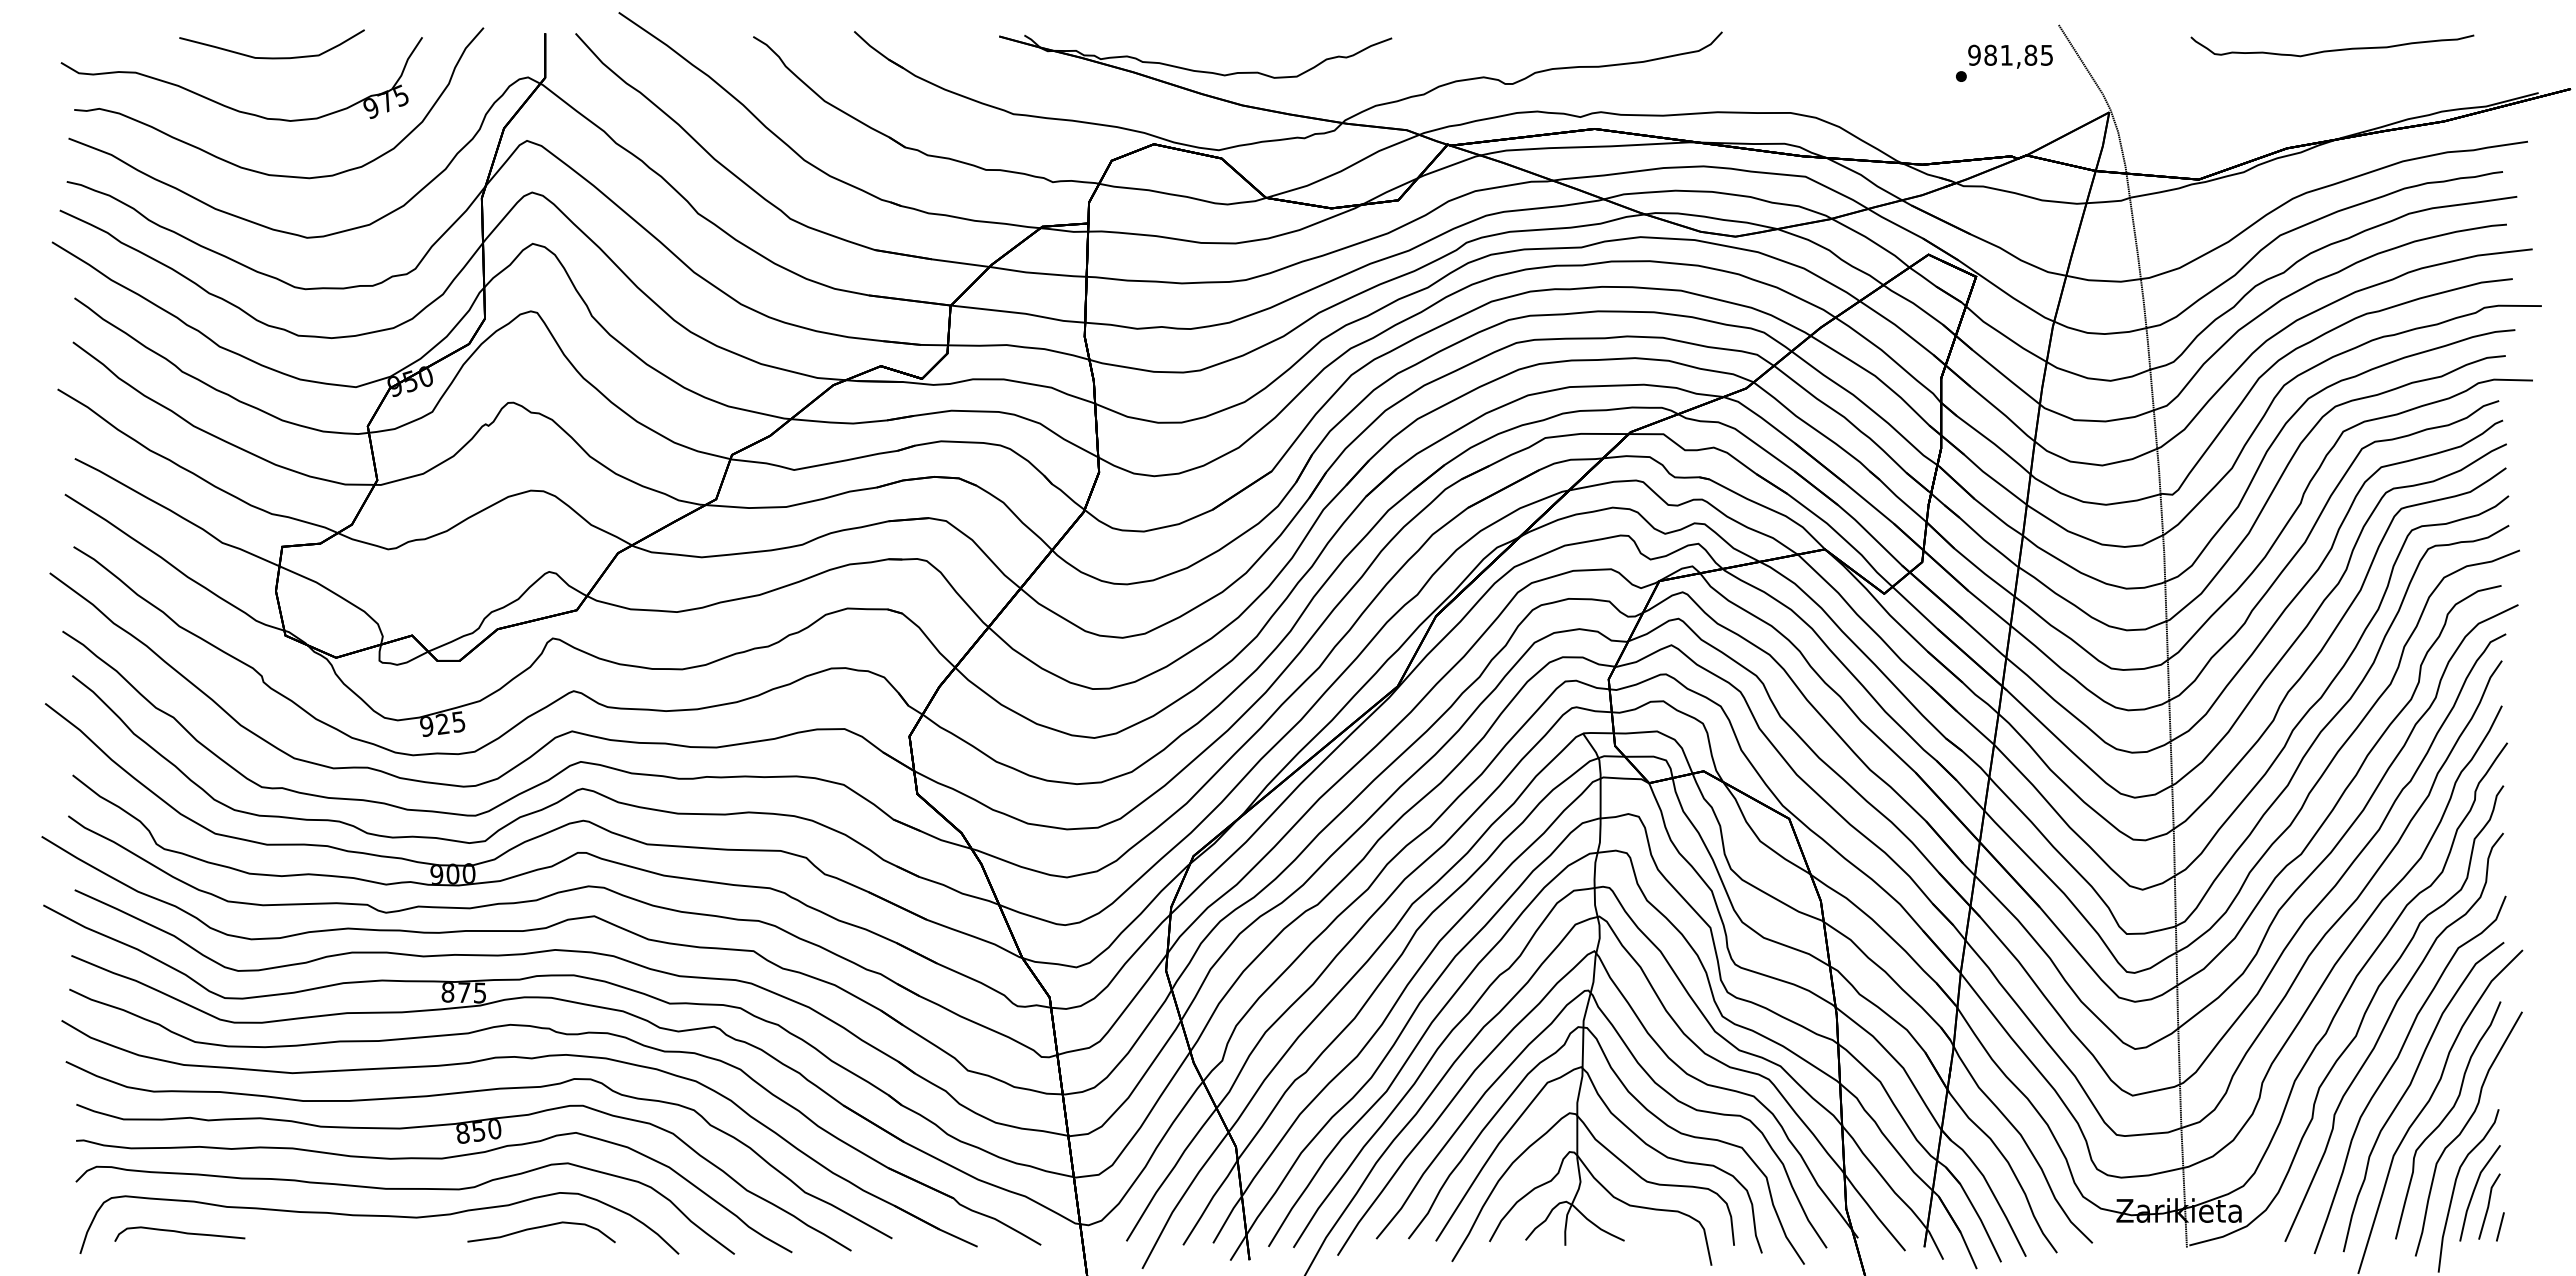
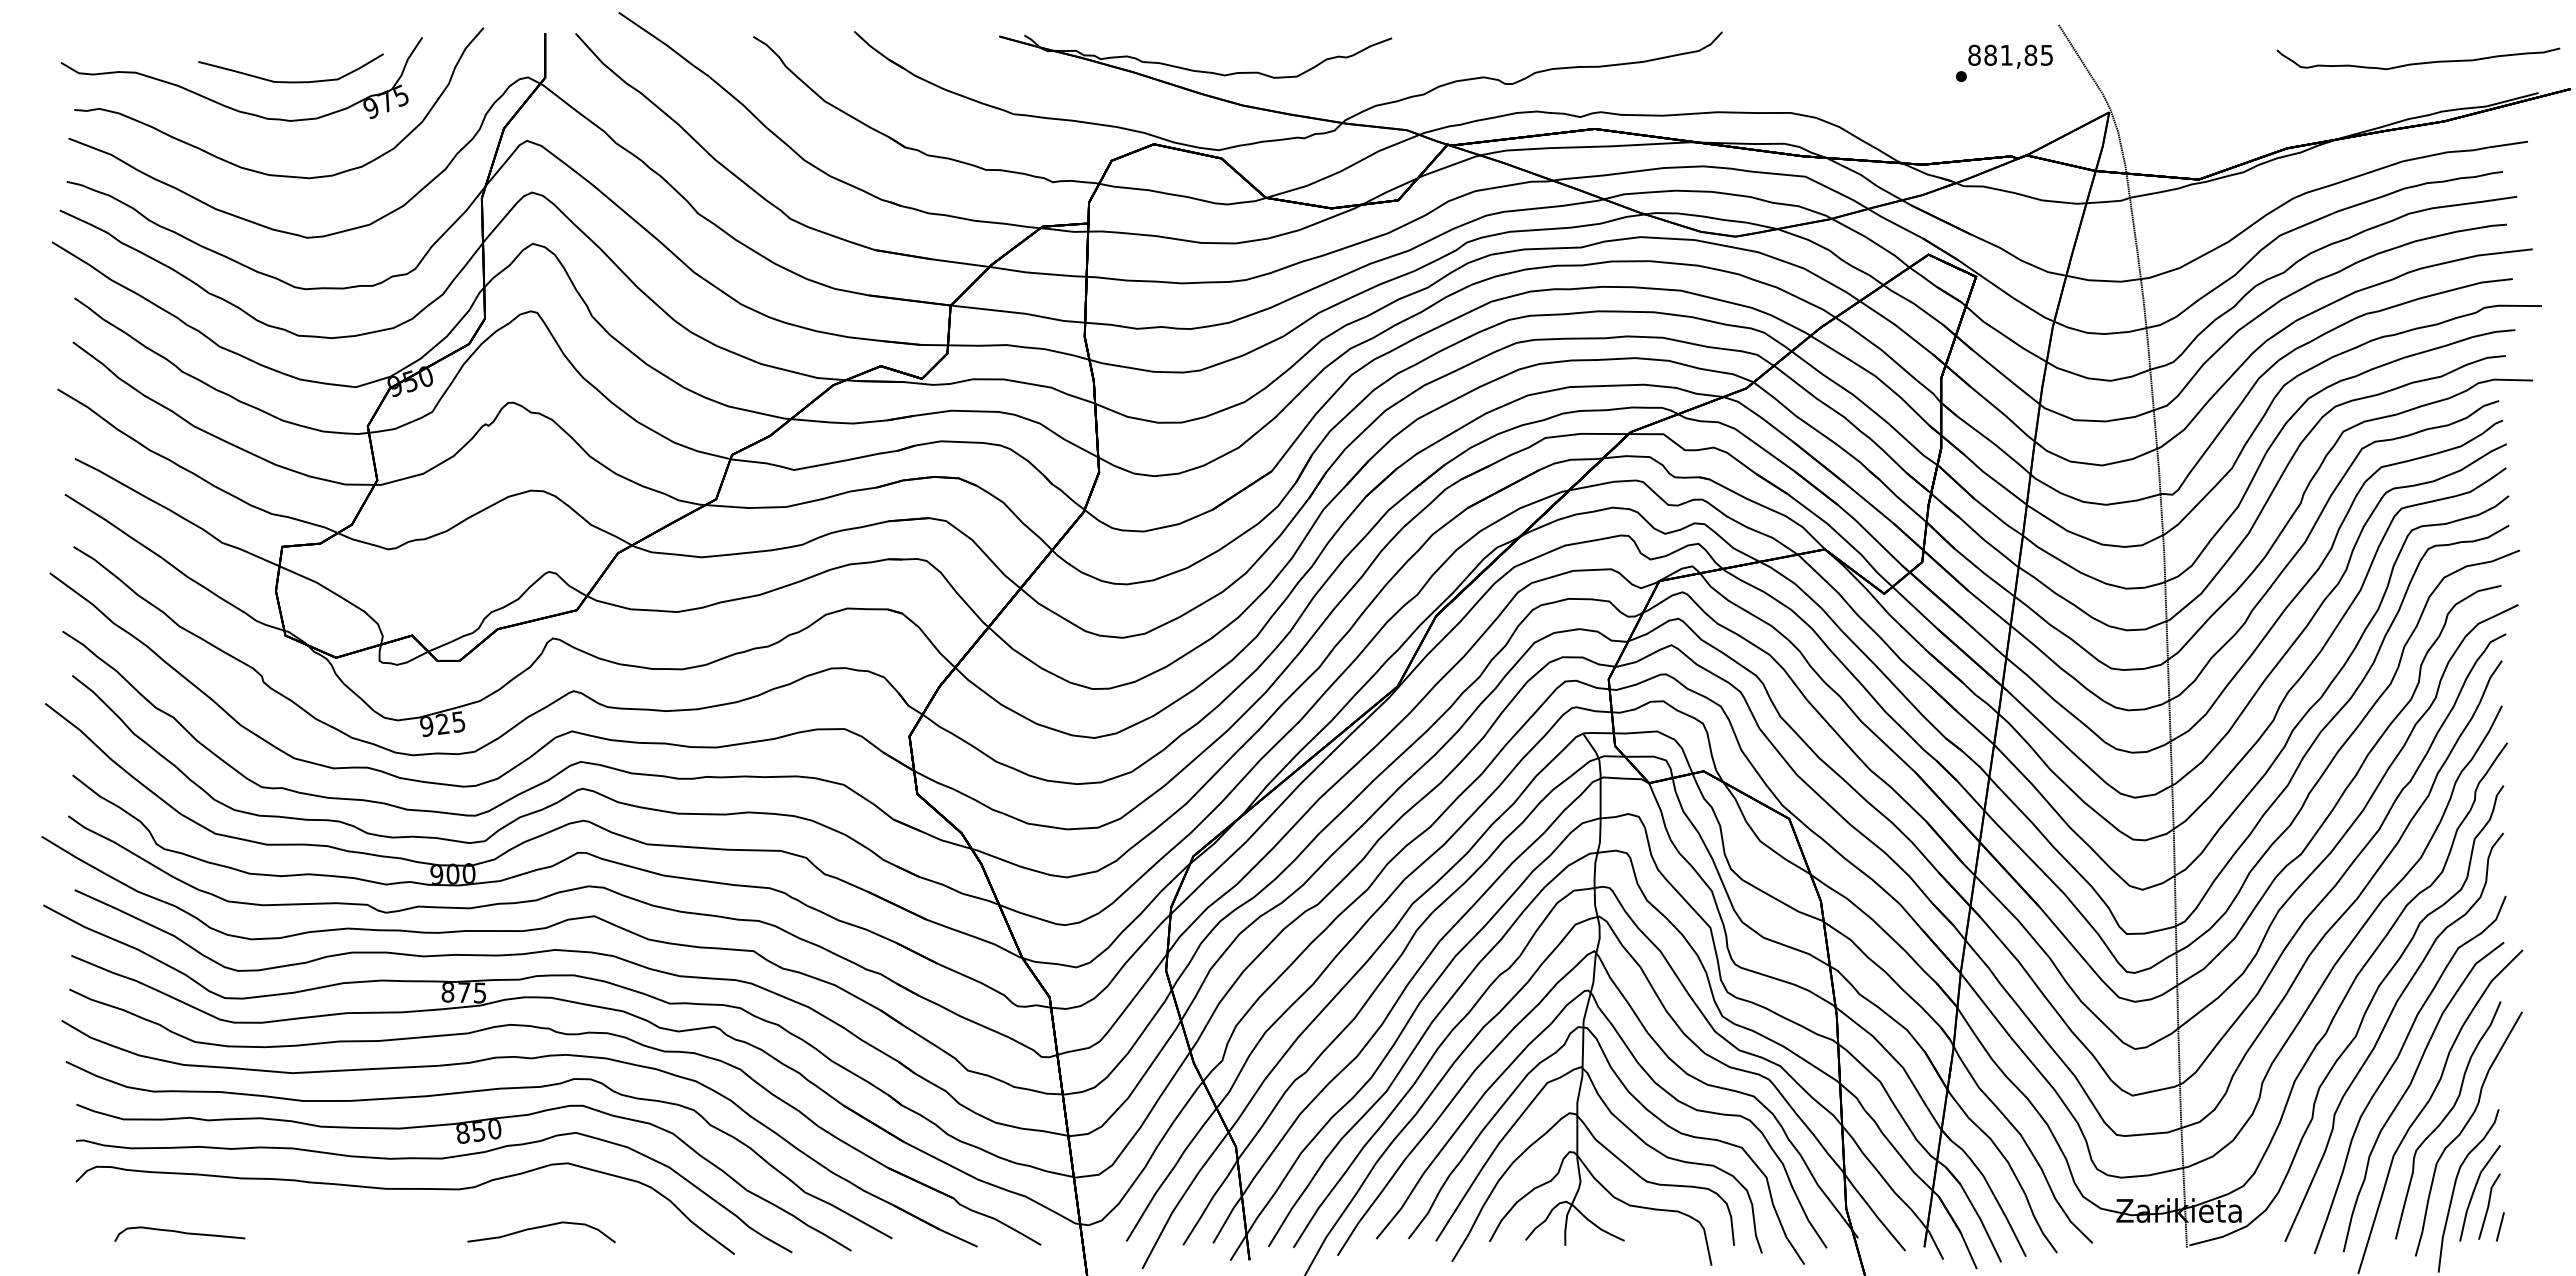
curve at (2332, 49) position: (2332, 49) -> (2418, 62)
text at (1974, 55): 981,85 -> 881,85
curve at (271, 57) position: (271, 57) -> (290, 81)
part at (379, 1216): present -> none
